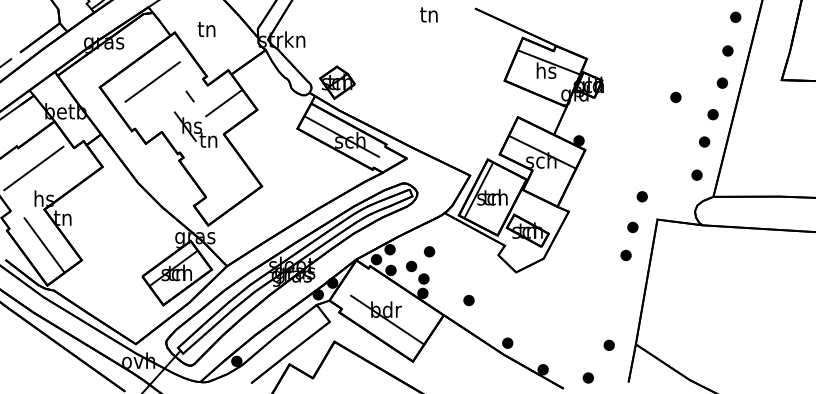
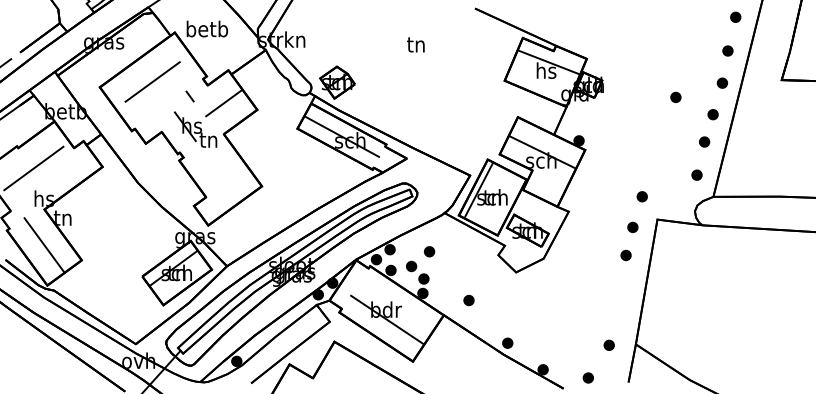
text at (428, 14) position: (428, 14) -> (415, 44)
text at (207, 28): tn -> betb
